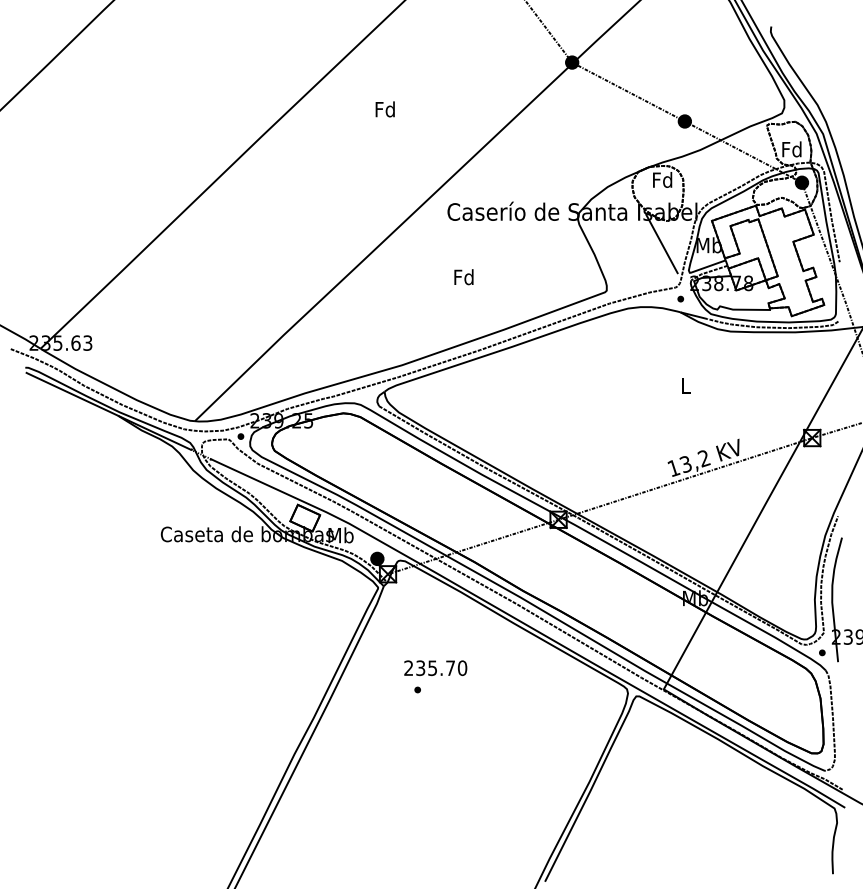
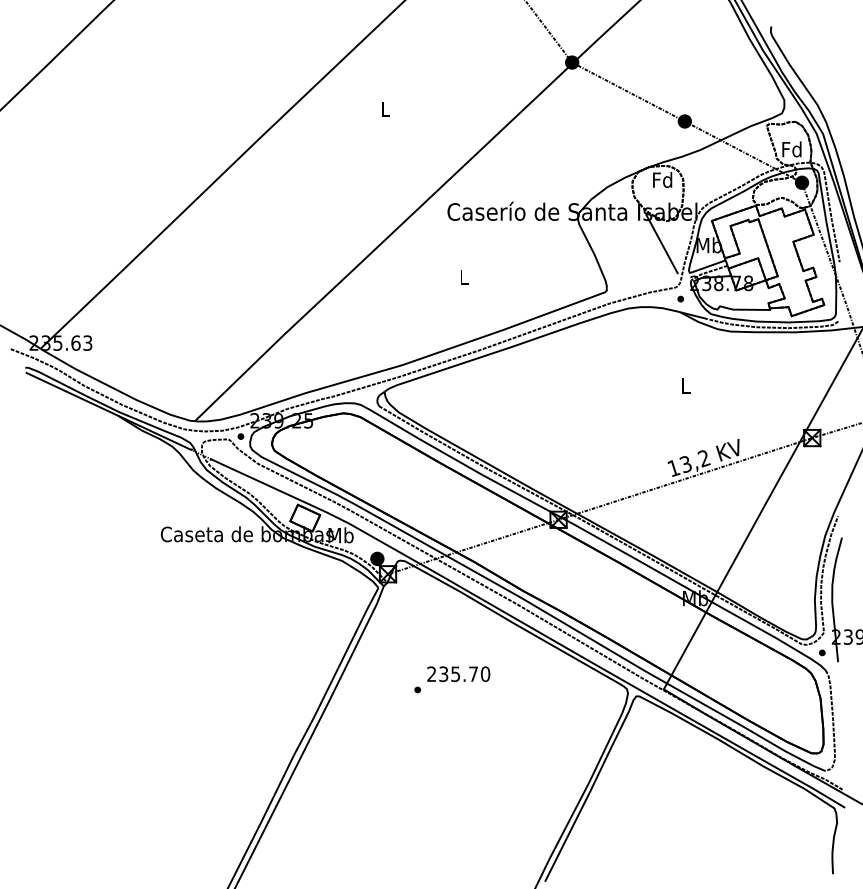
text at (384, 109): Fd -> L
text at (463, 277): Fd -> L
text at (435, 668) position: (435, 668) -> (458, 674)
